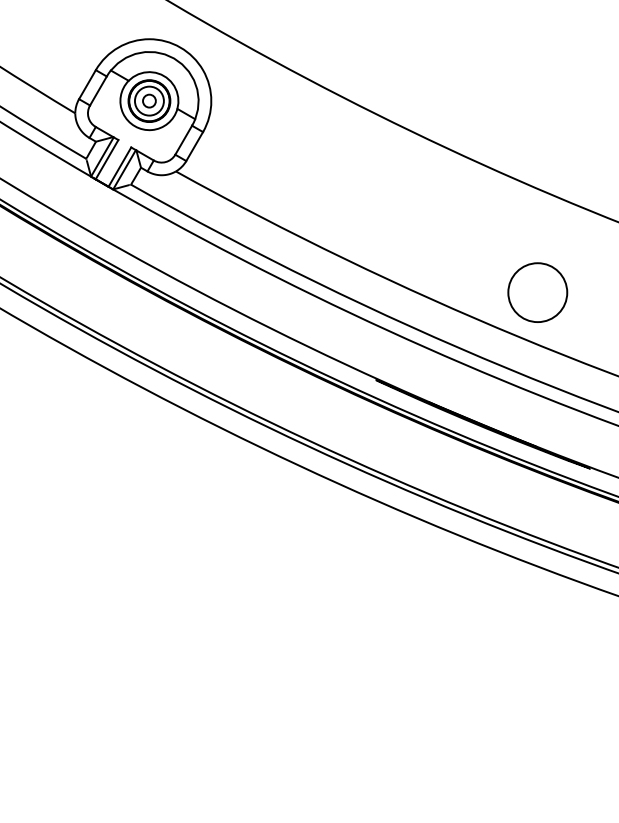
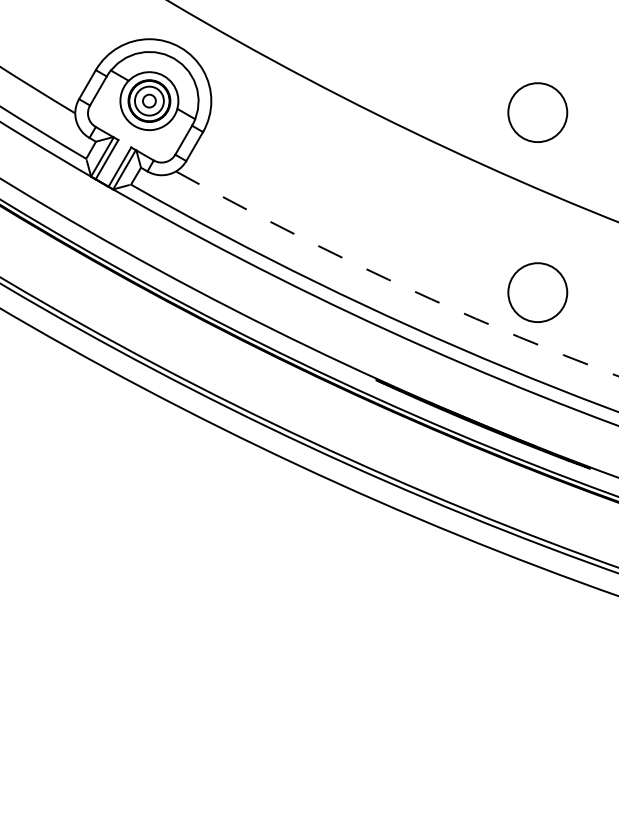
circle at (537, 112): none -> present
arc at (393, 282): solid -> dashed
